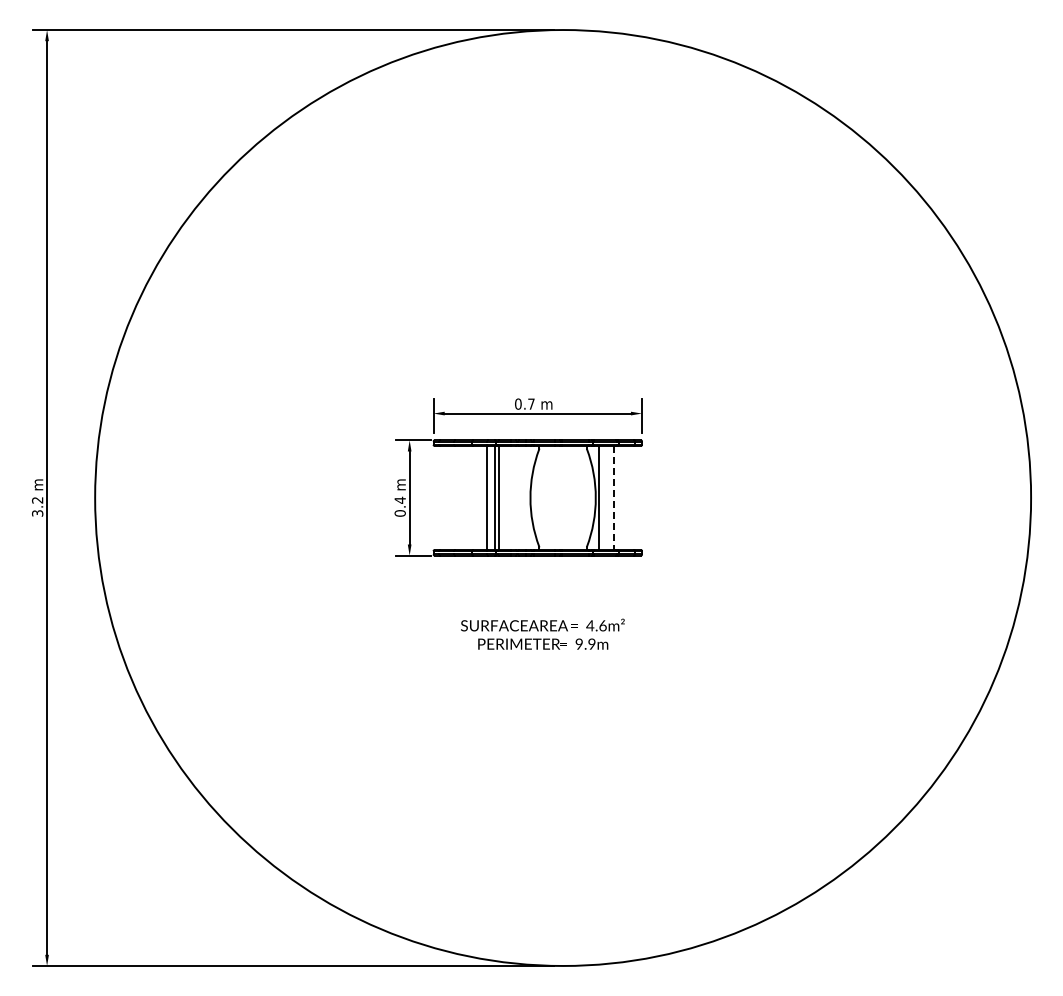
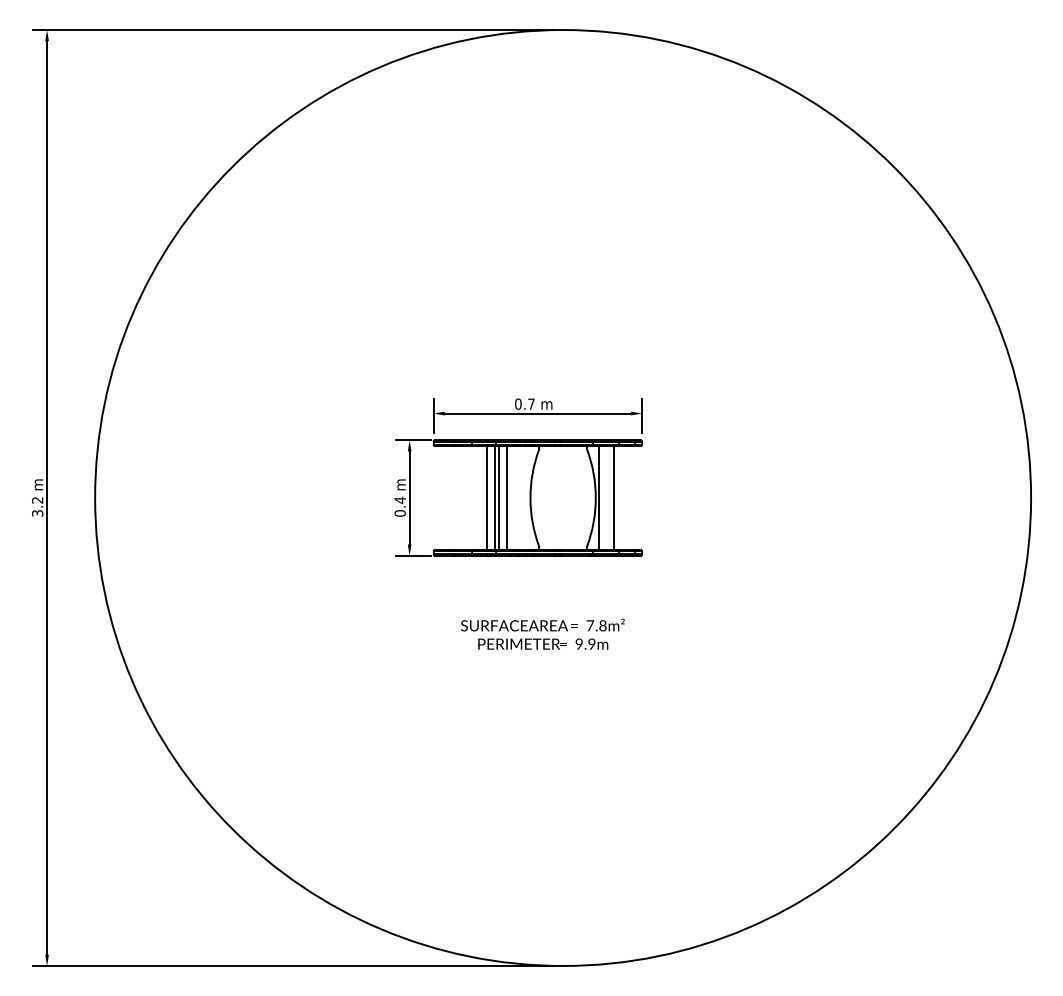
line at (506, 497): none -> present
line at (613, 498): dashed -> solid
text at (596, 625): 4.6m² -> 7.8m²
